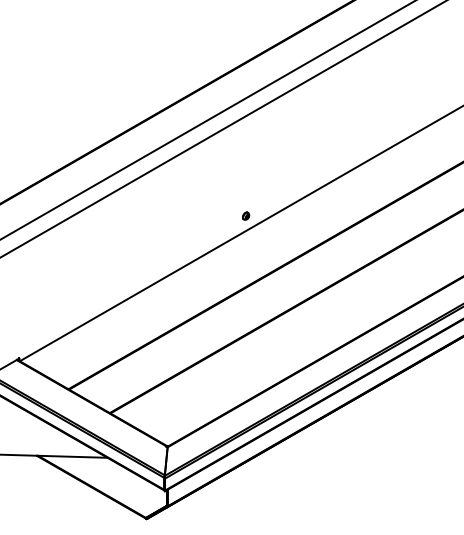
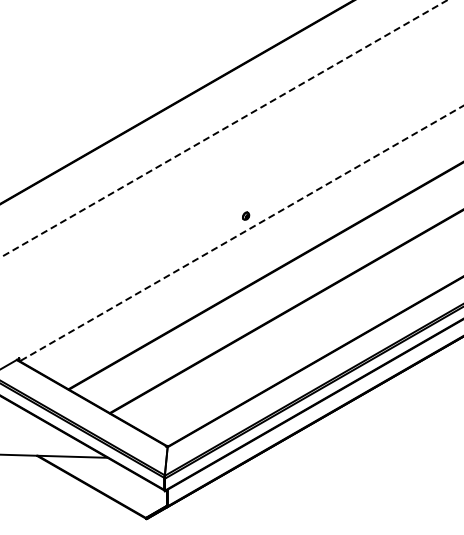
line at (207, 120): present -> none
line at (223, 129): solid -> dashed
line at (241, 233): solid -> dashed
